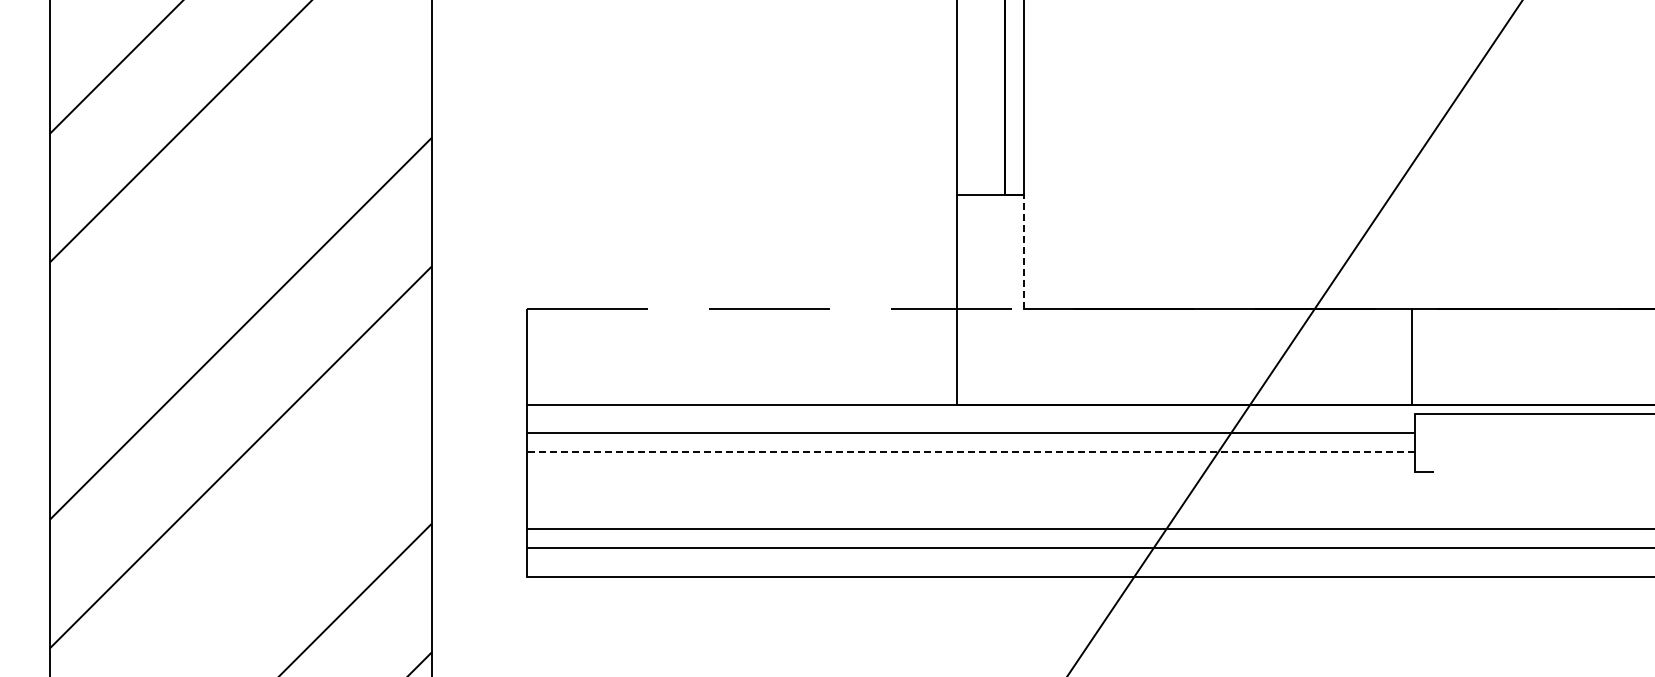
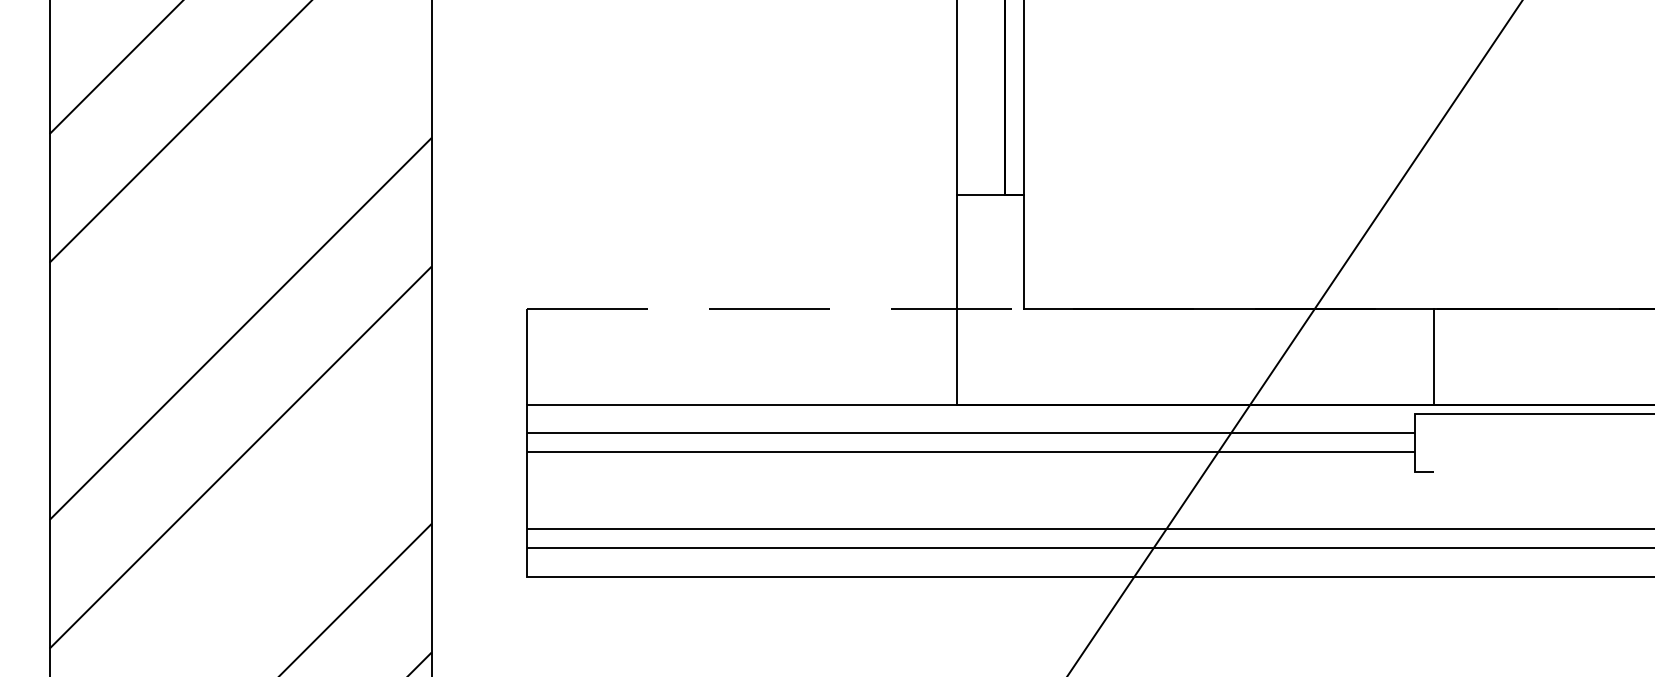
line at (1023, 251): dashed -> solid
line at (1412, 356) position: (1412, 356) -> (1434, 356)
line at (970, 452): dashed -> solid
